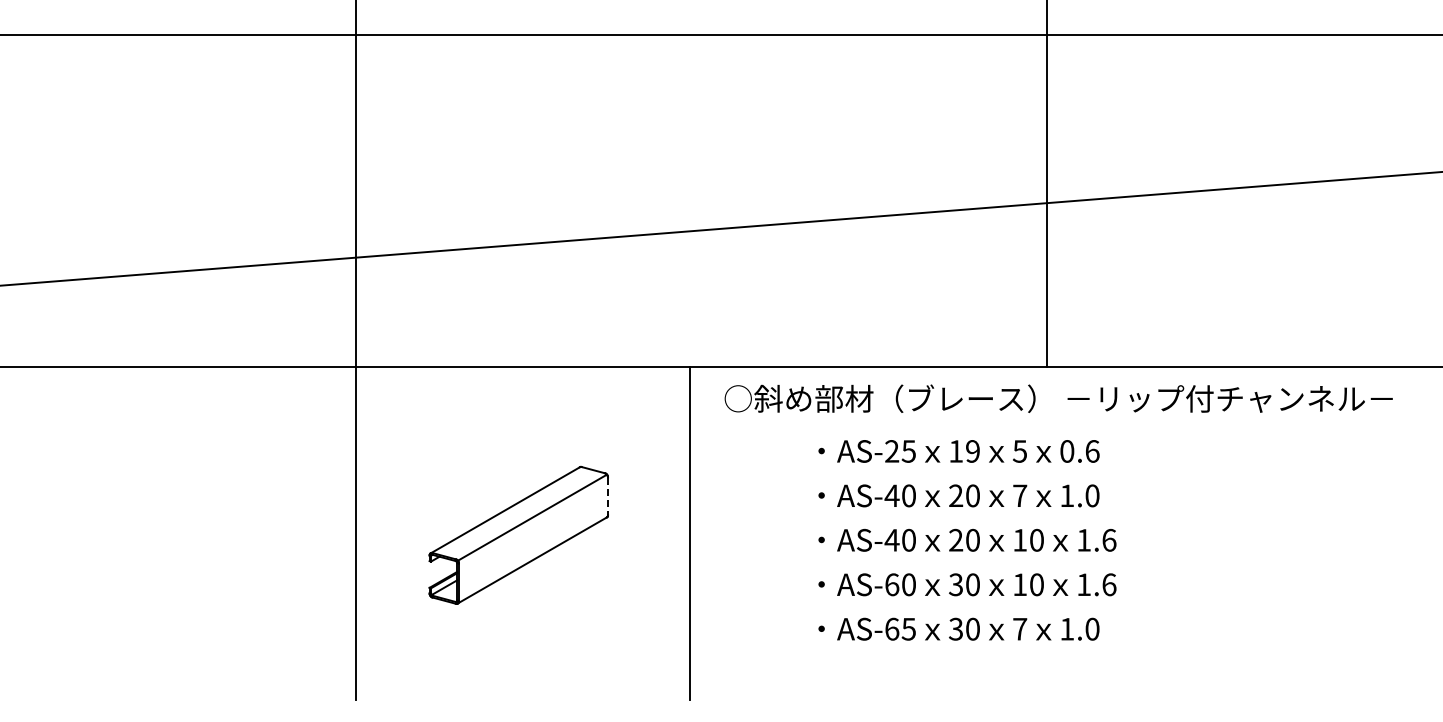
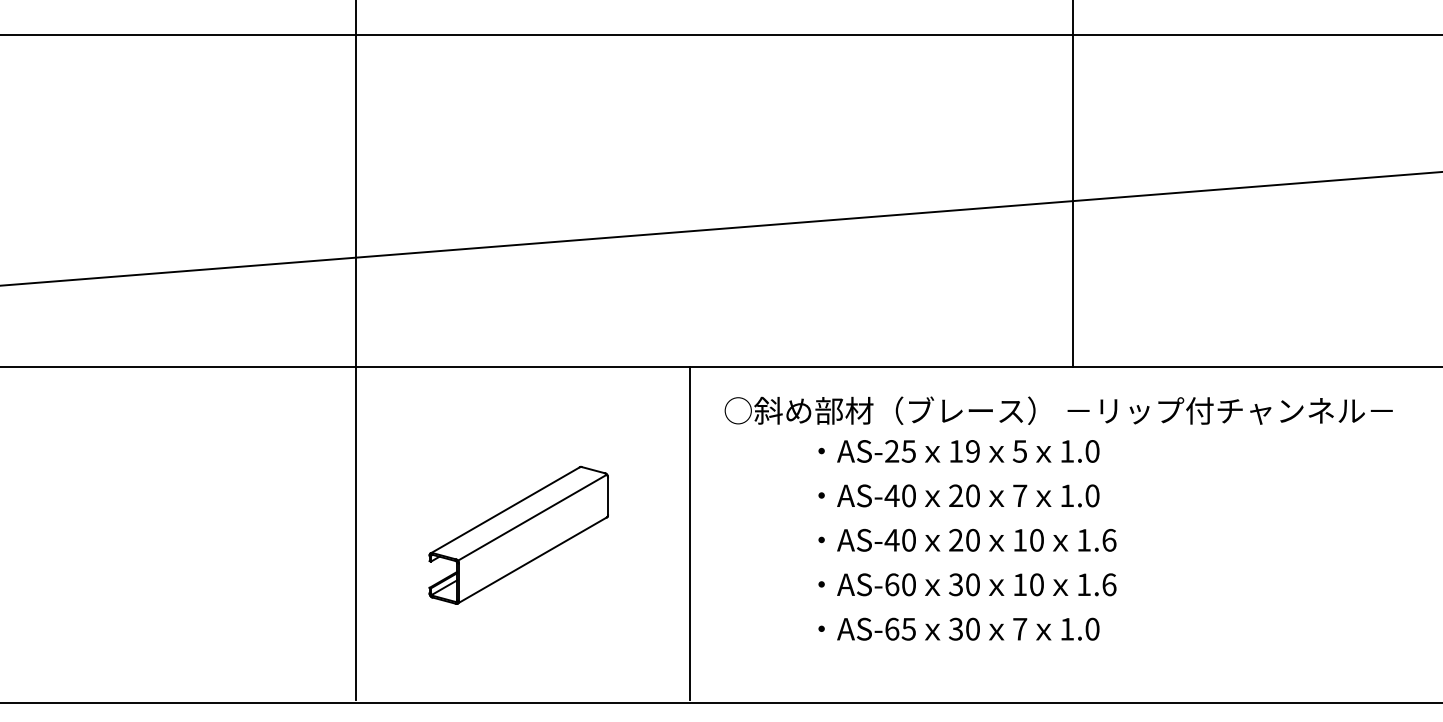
line at (1047, 184) position: (1047, 184) -> (1073, 184)
text at (1058, 398) position: (1058, 398) -> (1058, 410)
text at (1079, 451): 0.6 -> 1.0
line at (608, 496): dashed -> solid
line at (720, 703): none -> present
